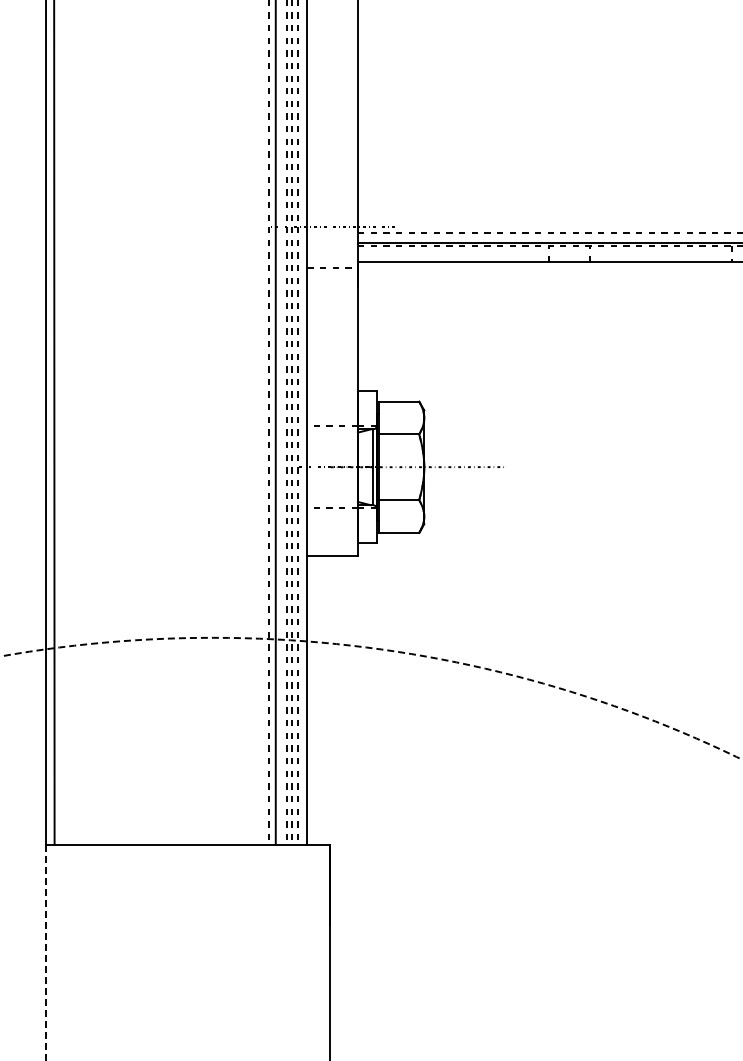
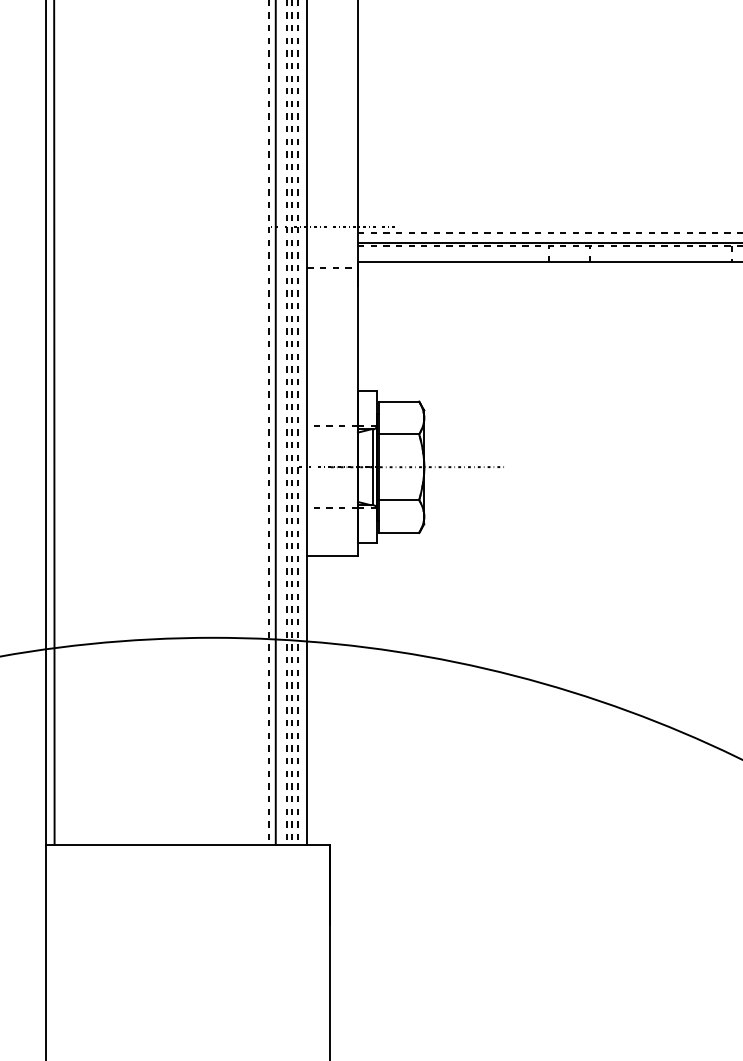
circle at (371, 698): dashed -> solid
line at (46, 952): dashed -> solid
